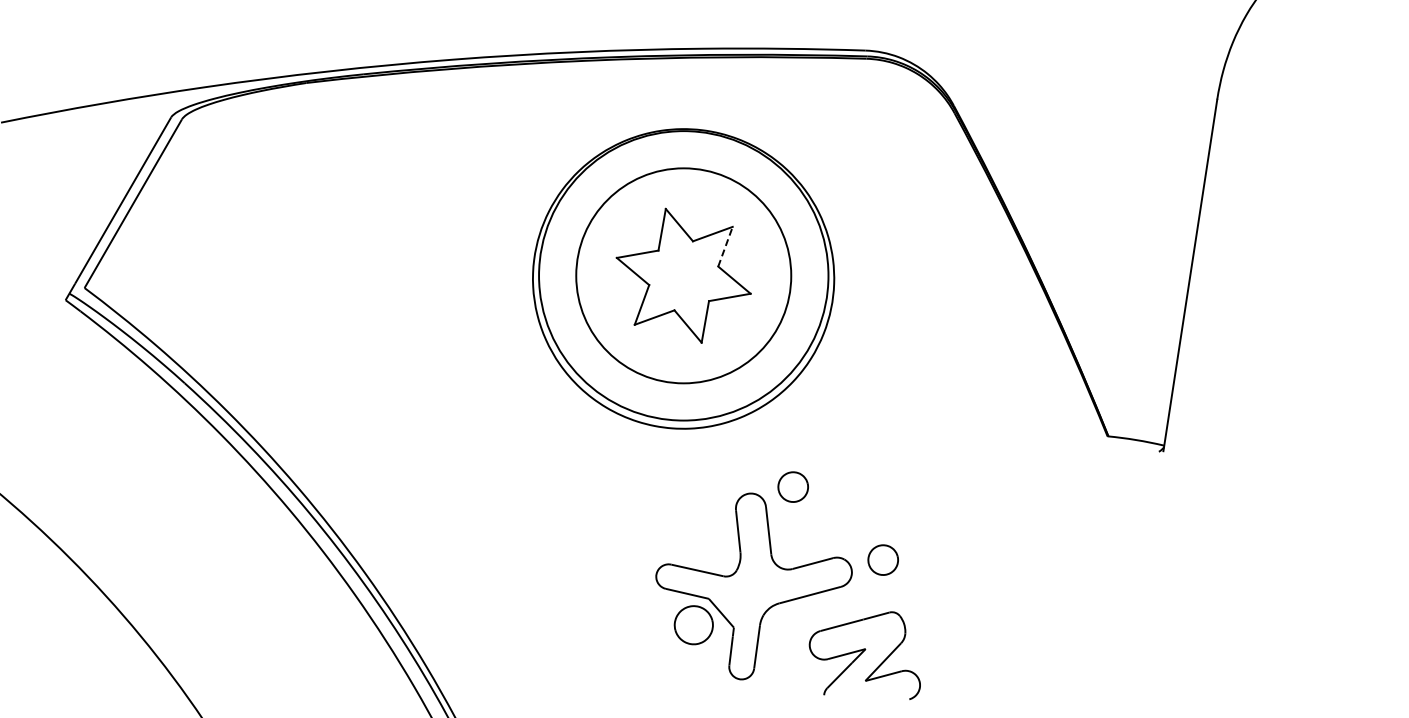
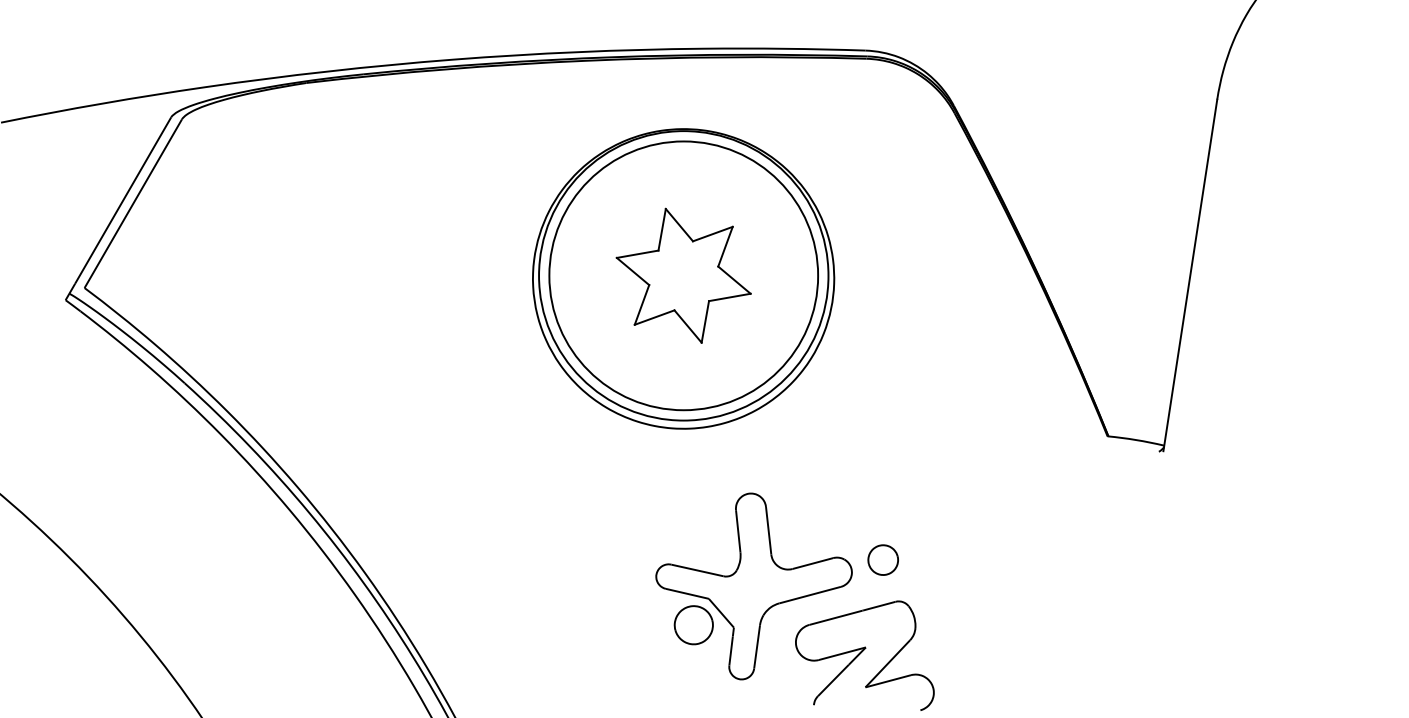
line at (725, 246): dashed -> solid
circle at (683, 275) diameter: 215 px -> 269 px
part at (792, 486): present -> none
part at (864, 655) size: 113x89 px -> 140x111 px
